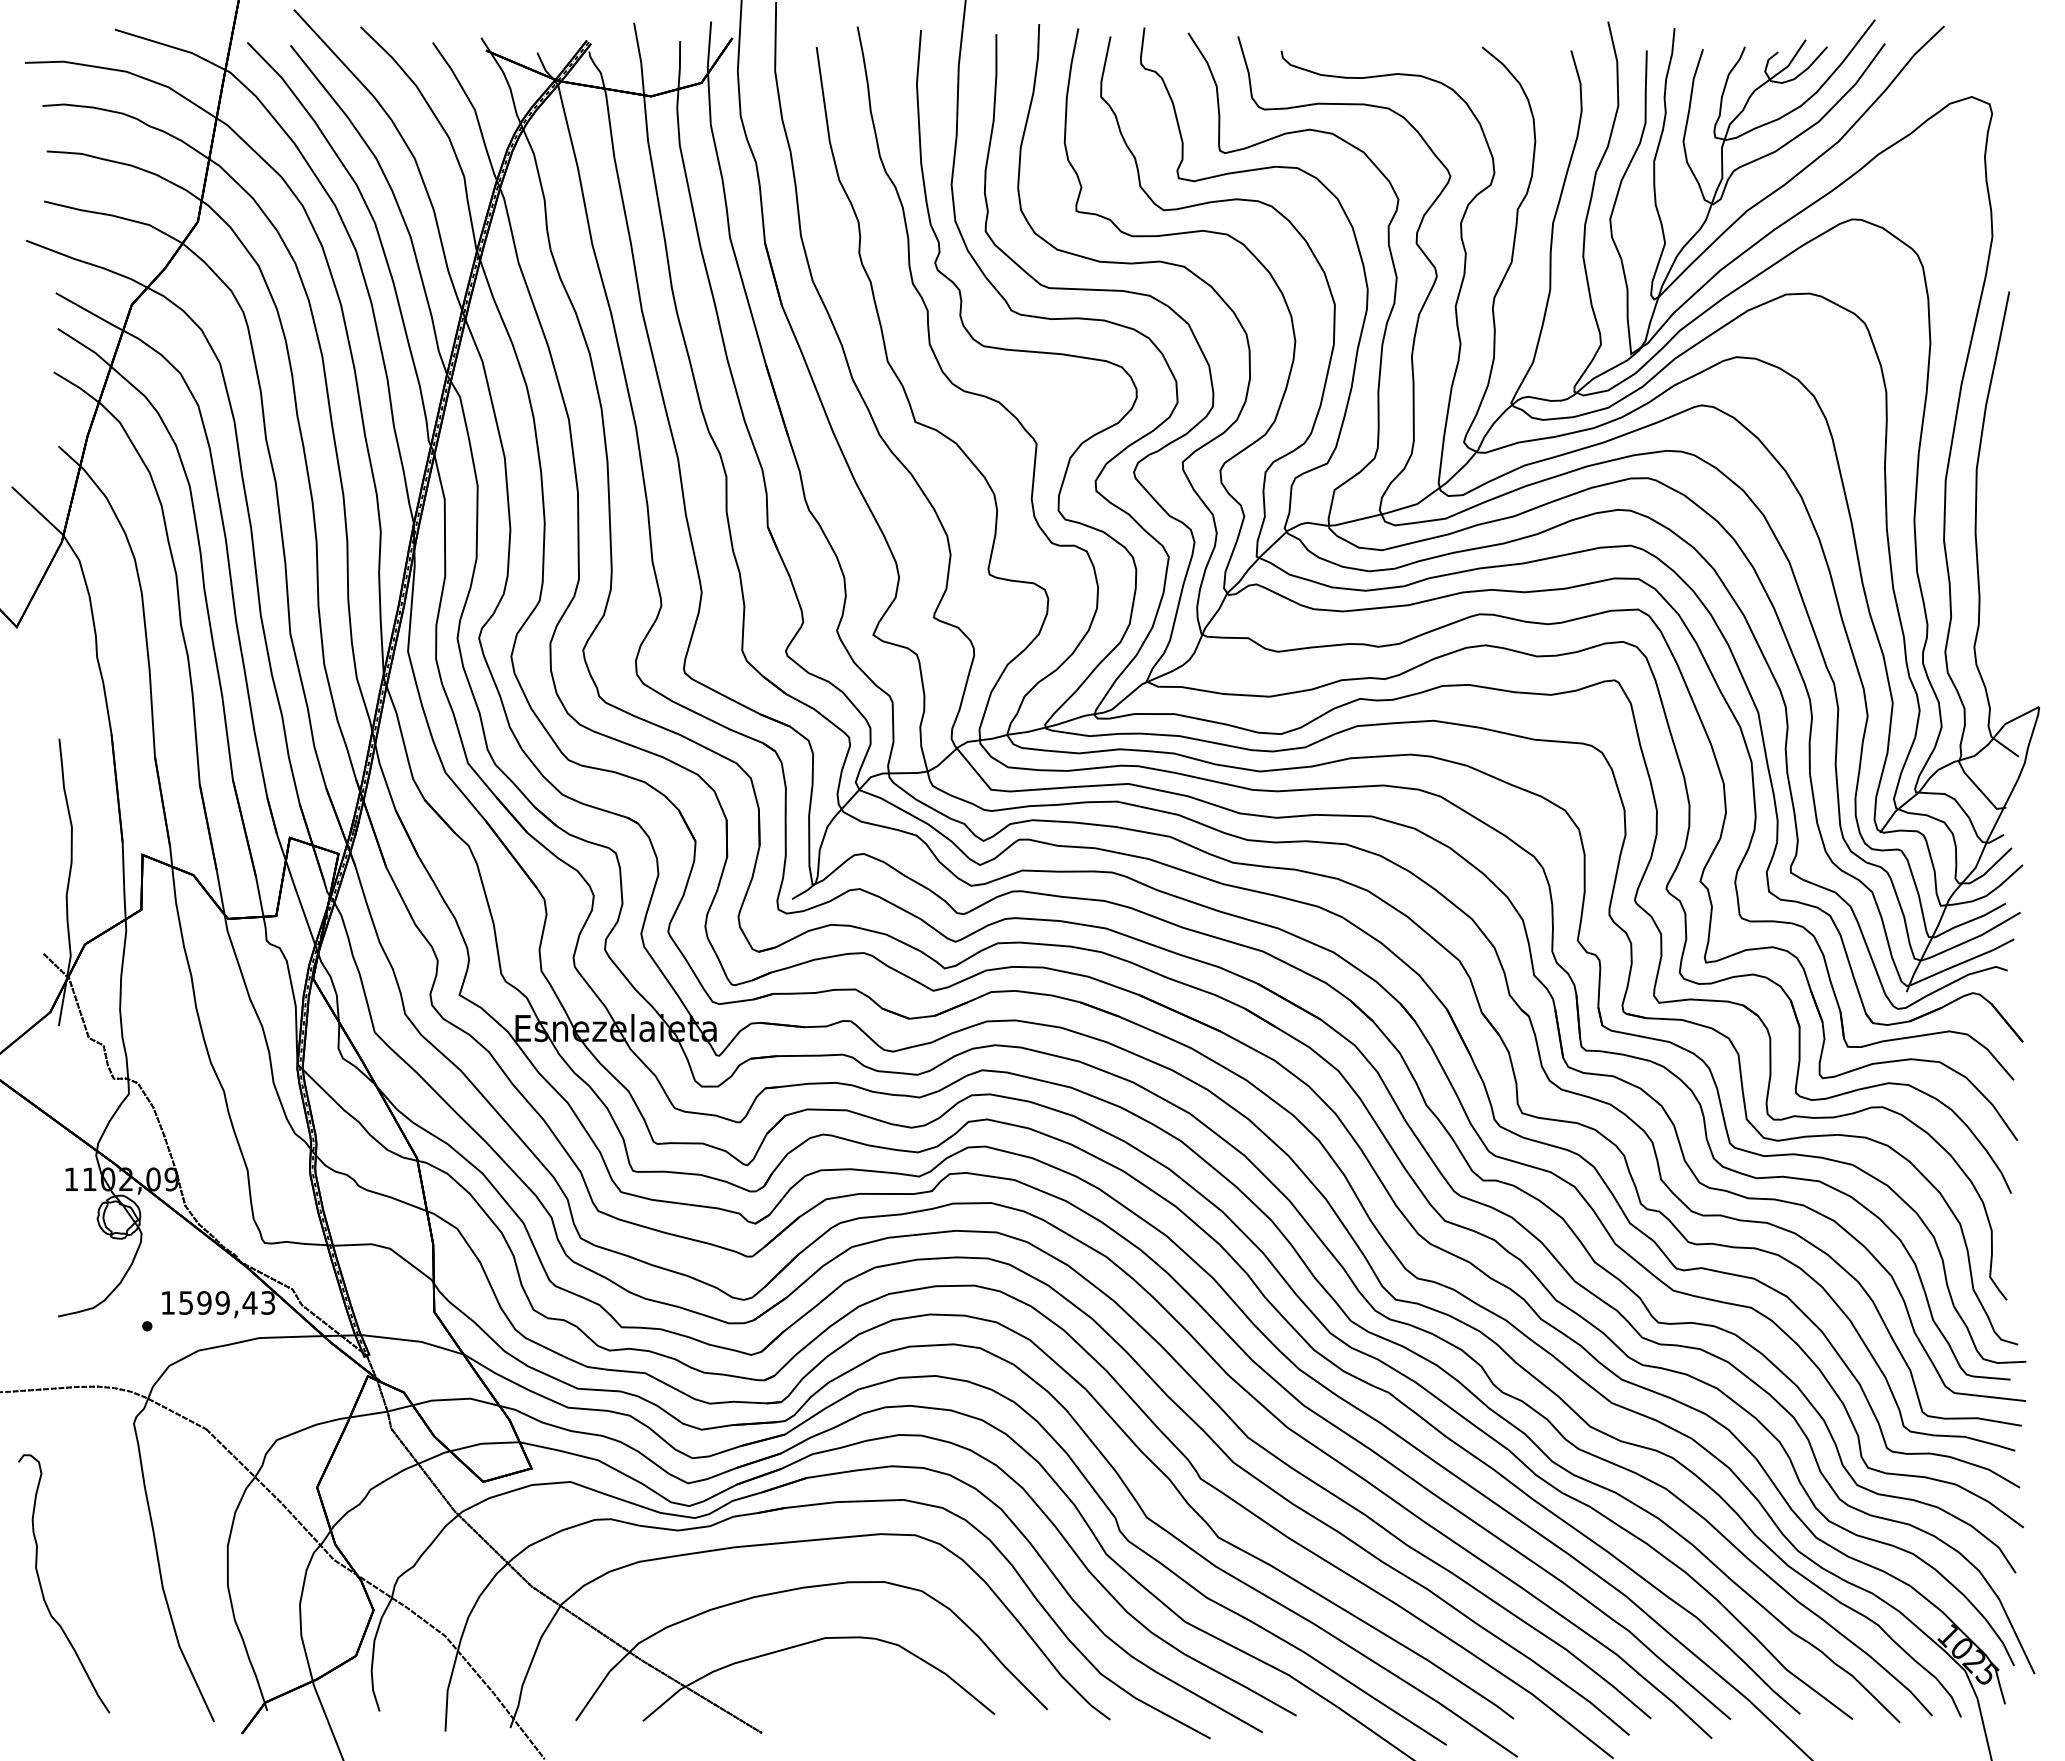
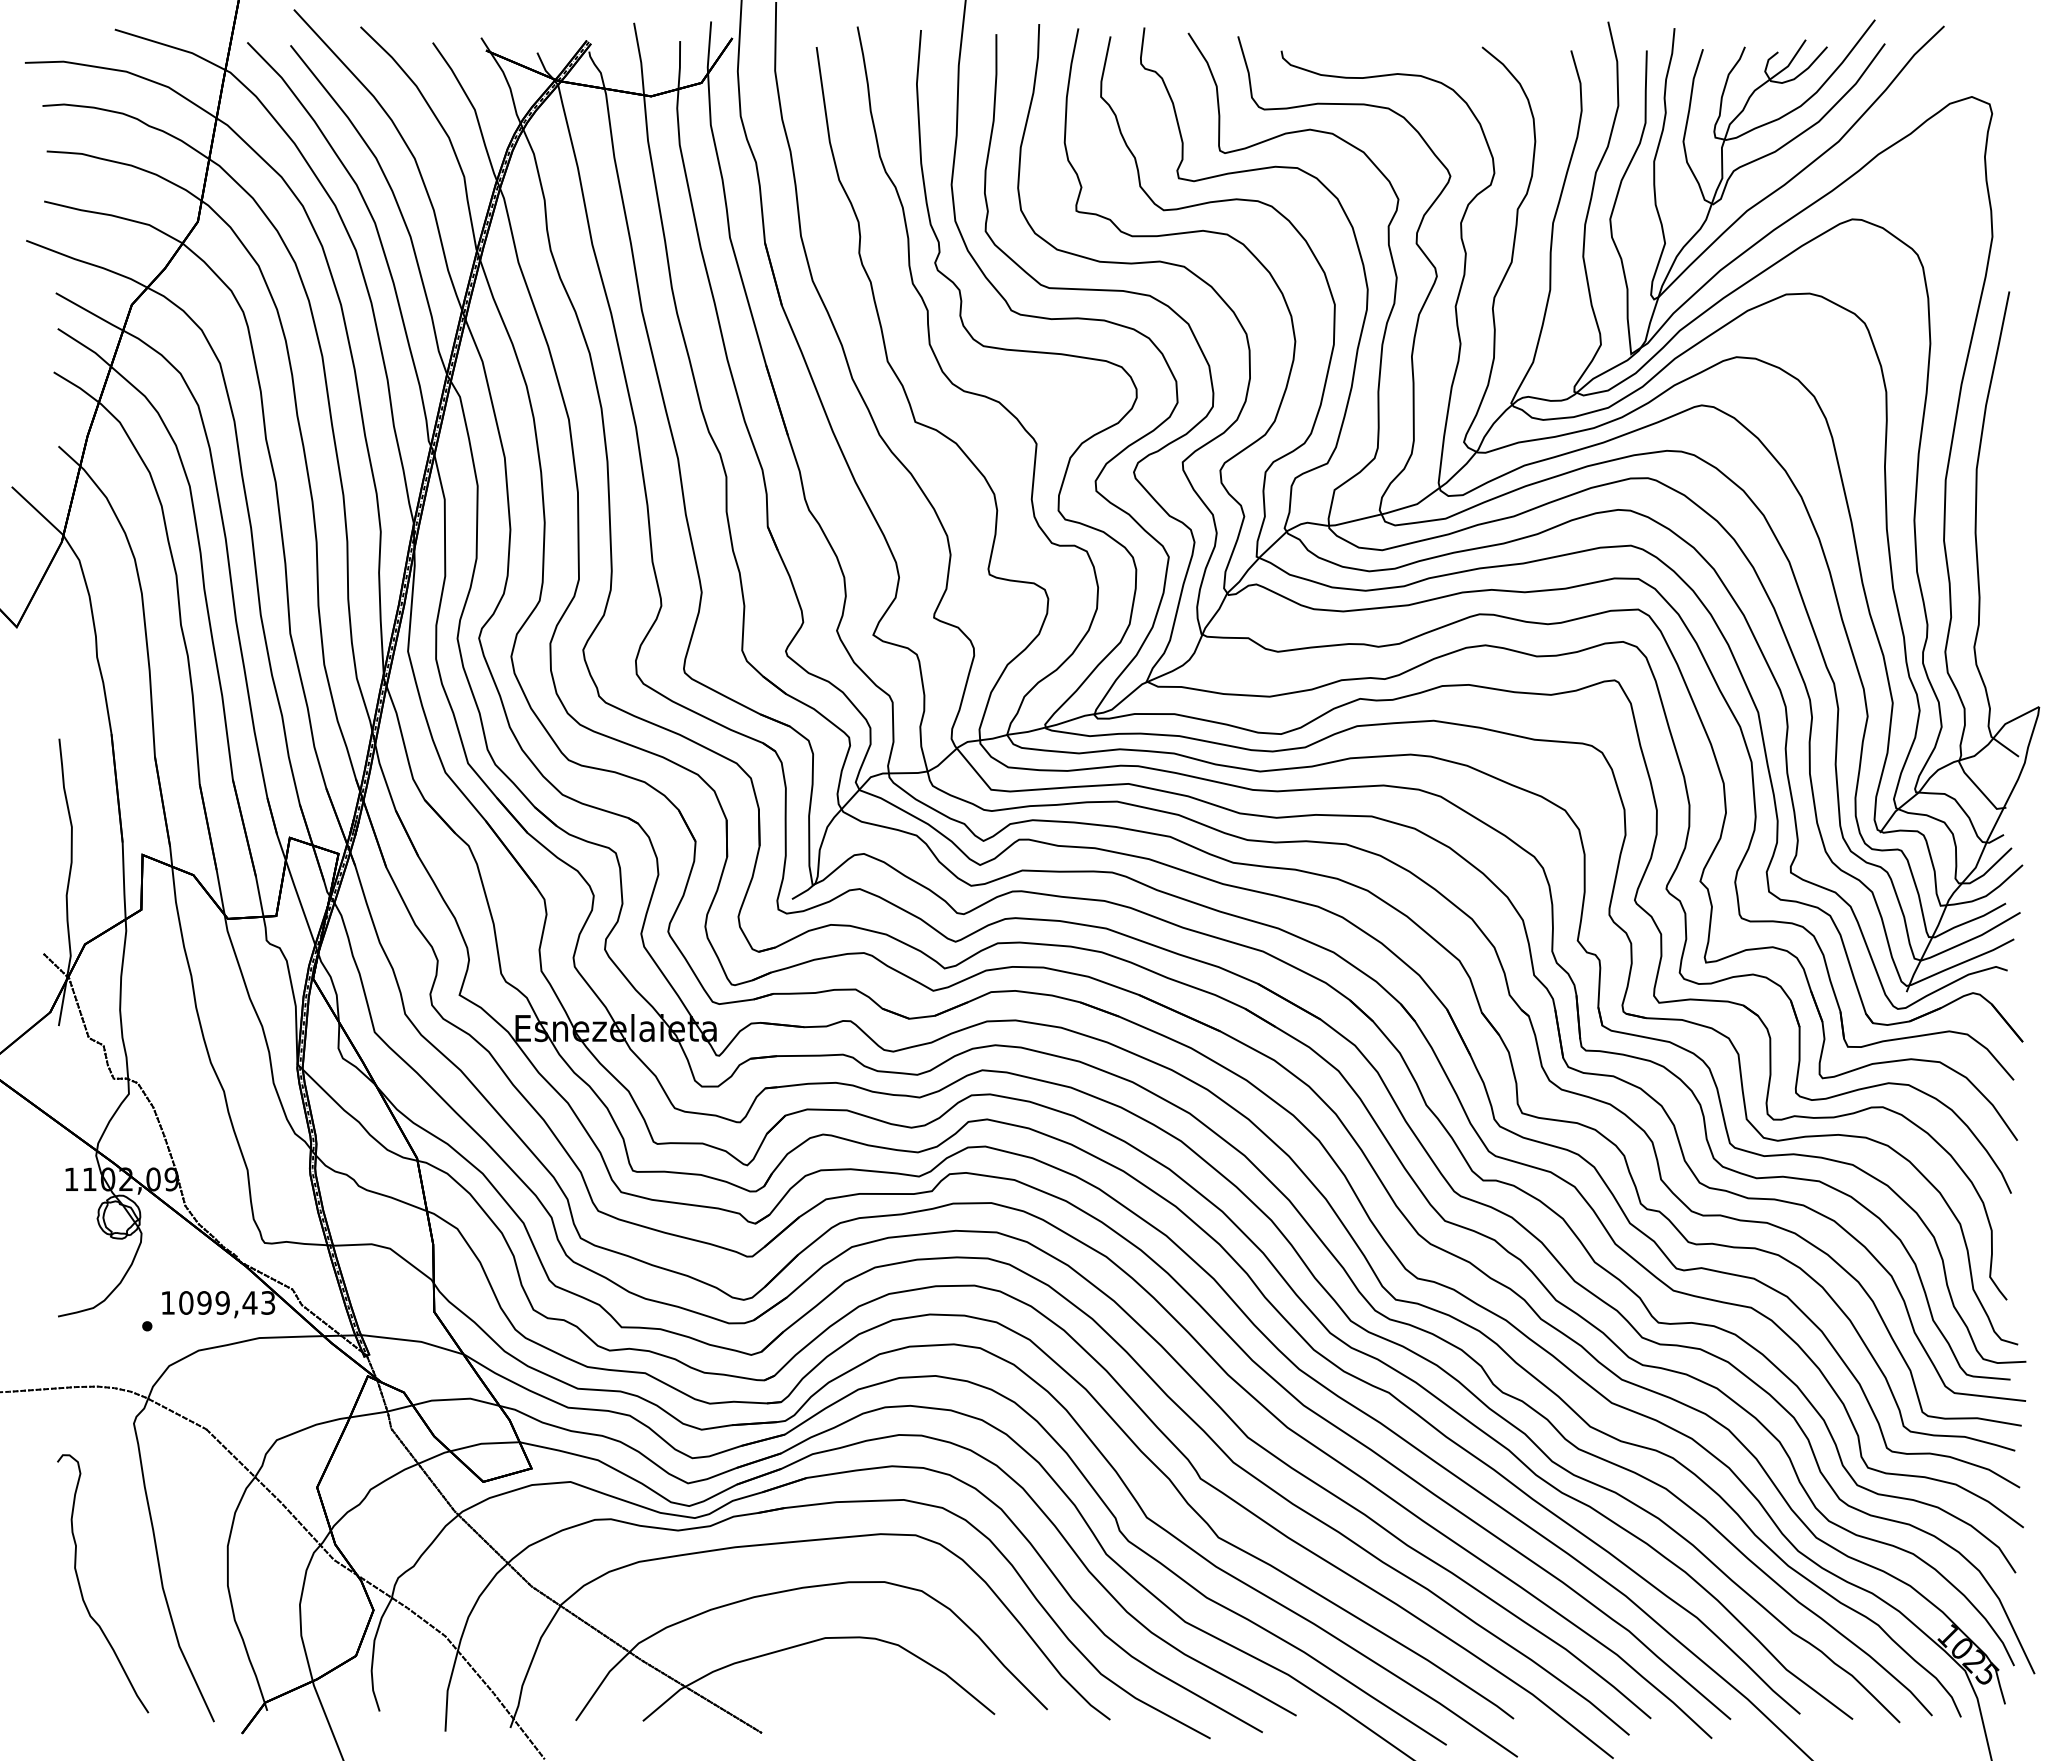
text at (186, 1302): 1599,43 -> 1099,43
curve at (42, 1588) position: (42, 1588) -> (81, 1588)
